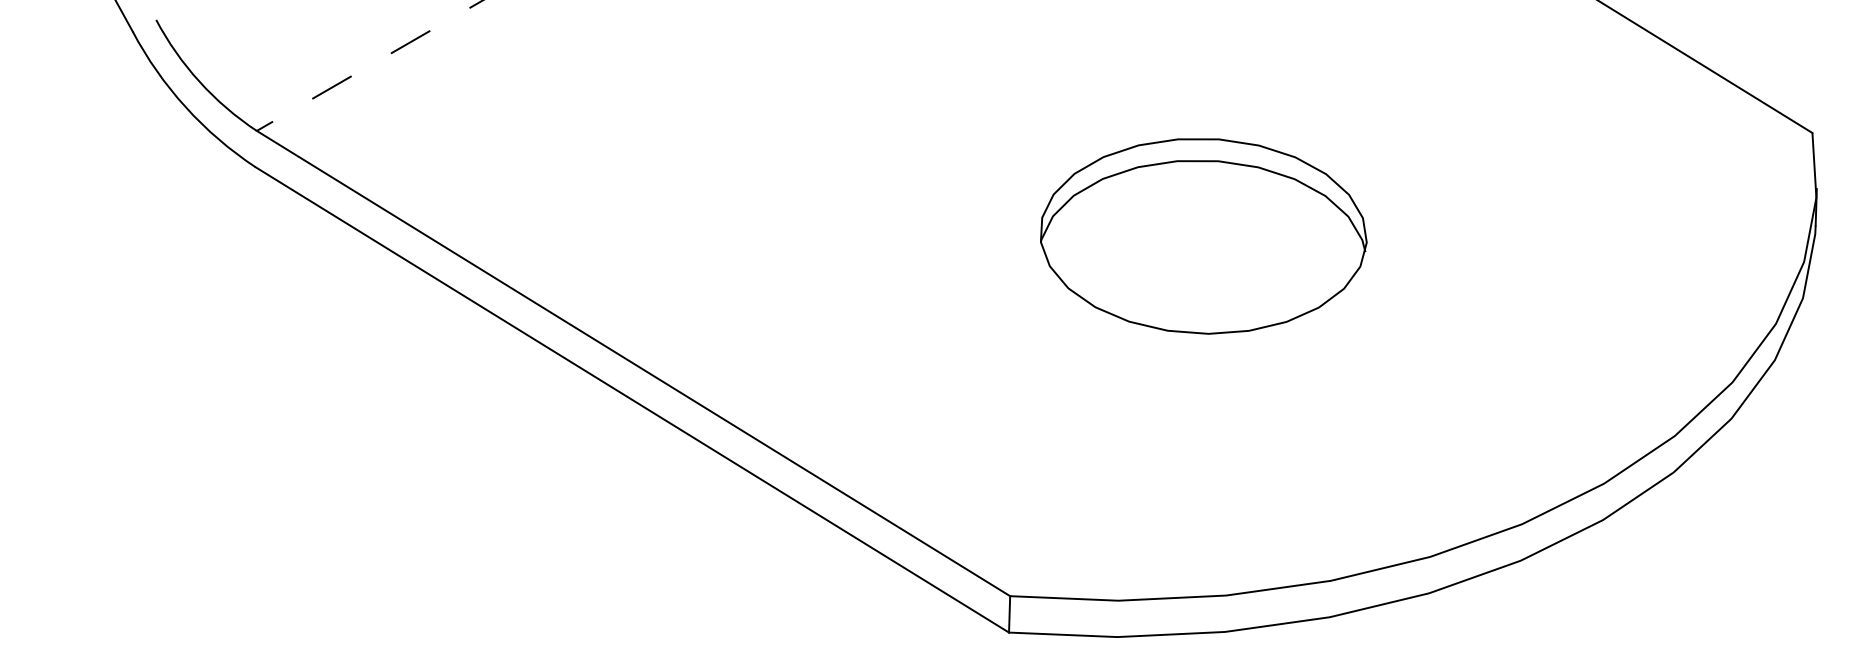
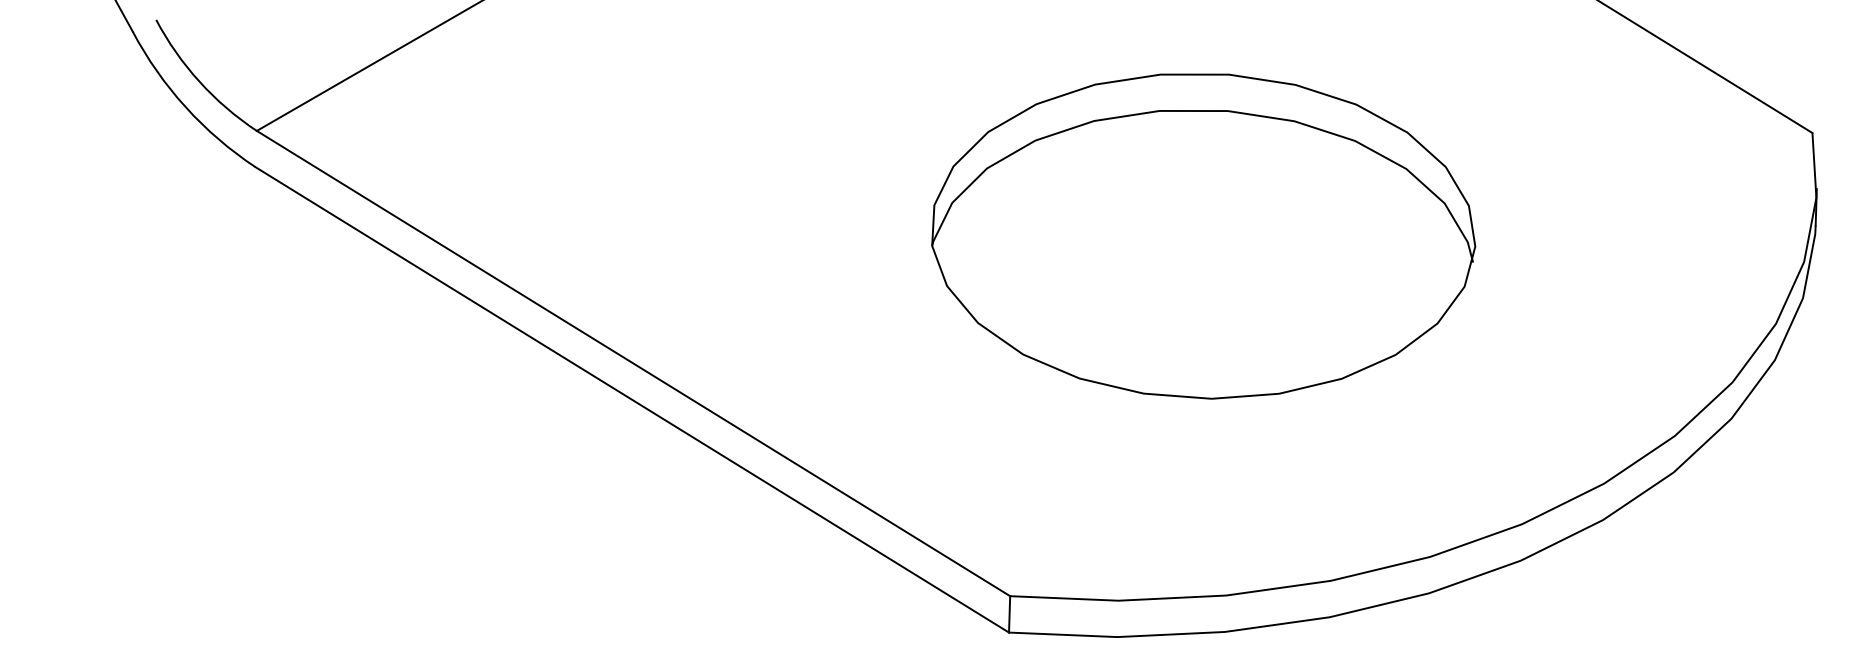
line at (370, 65): dashed -> solid
part at (1203, 236) size: 328x197 px -> 546x327 px
